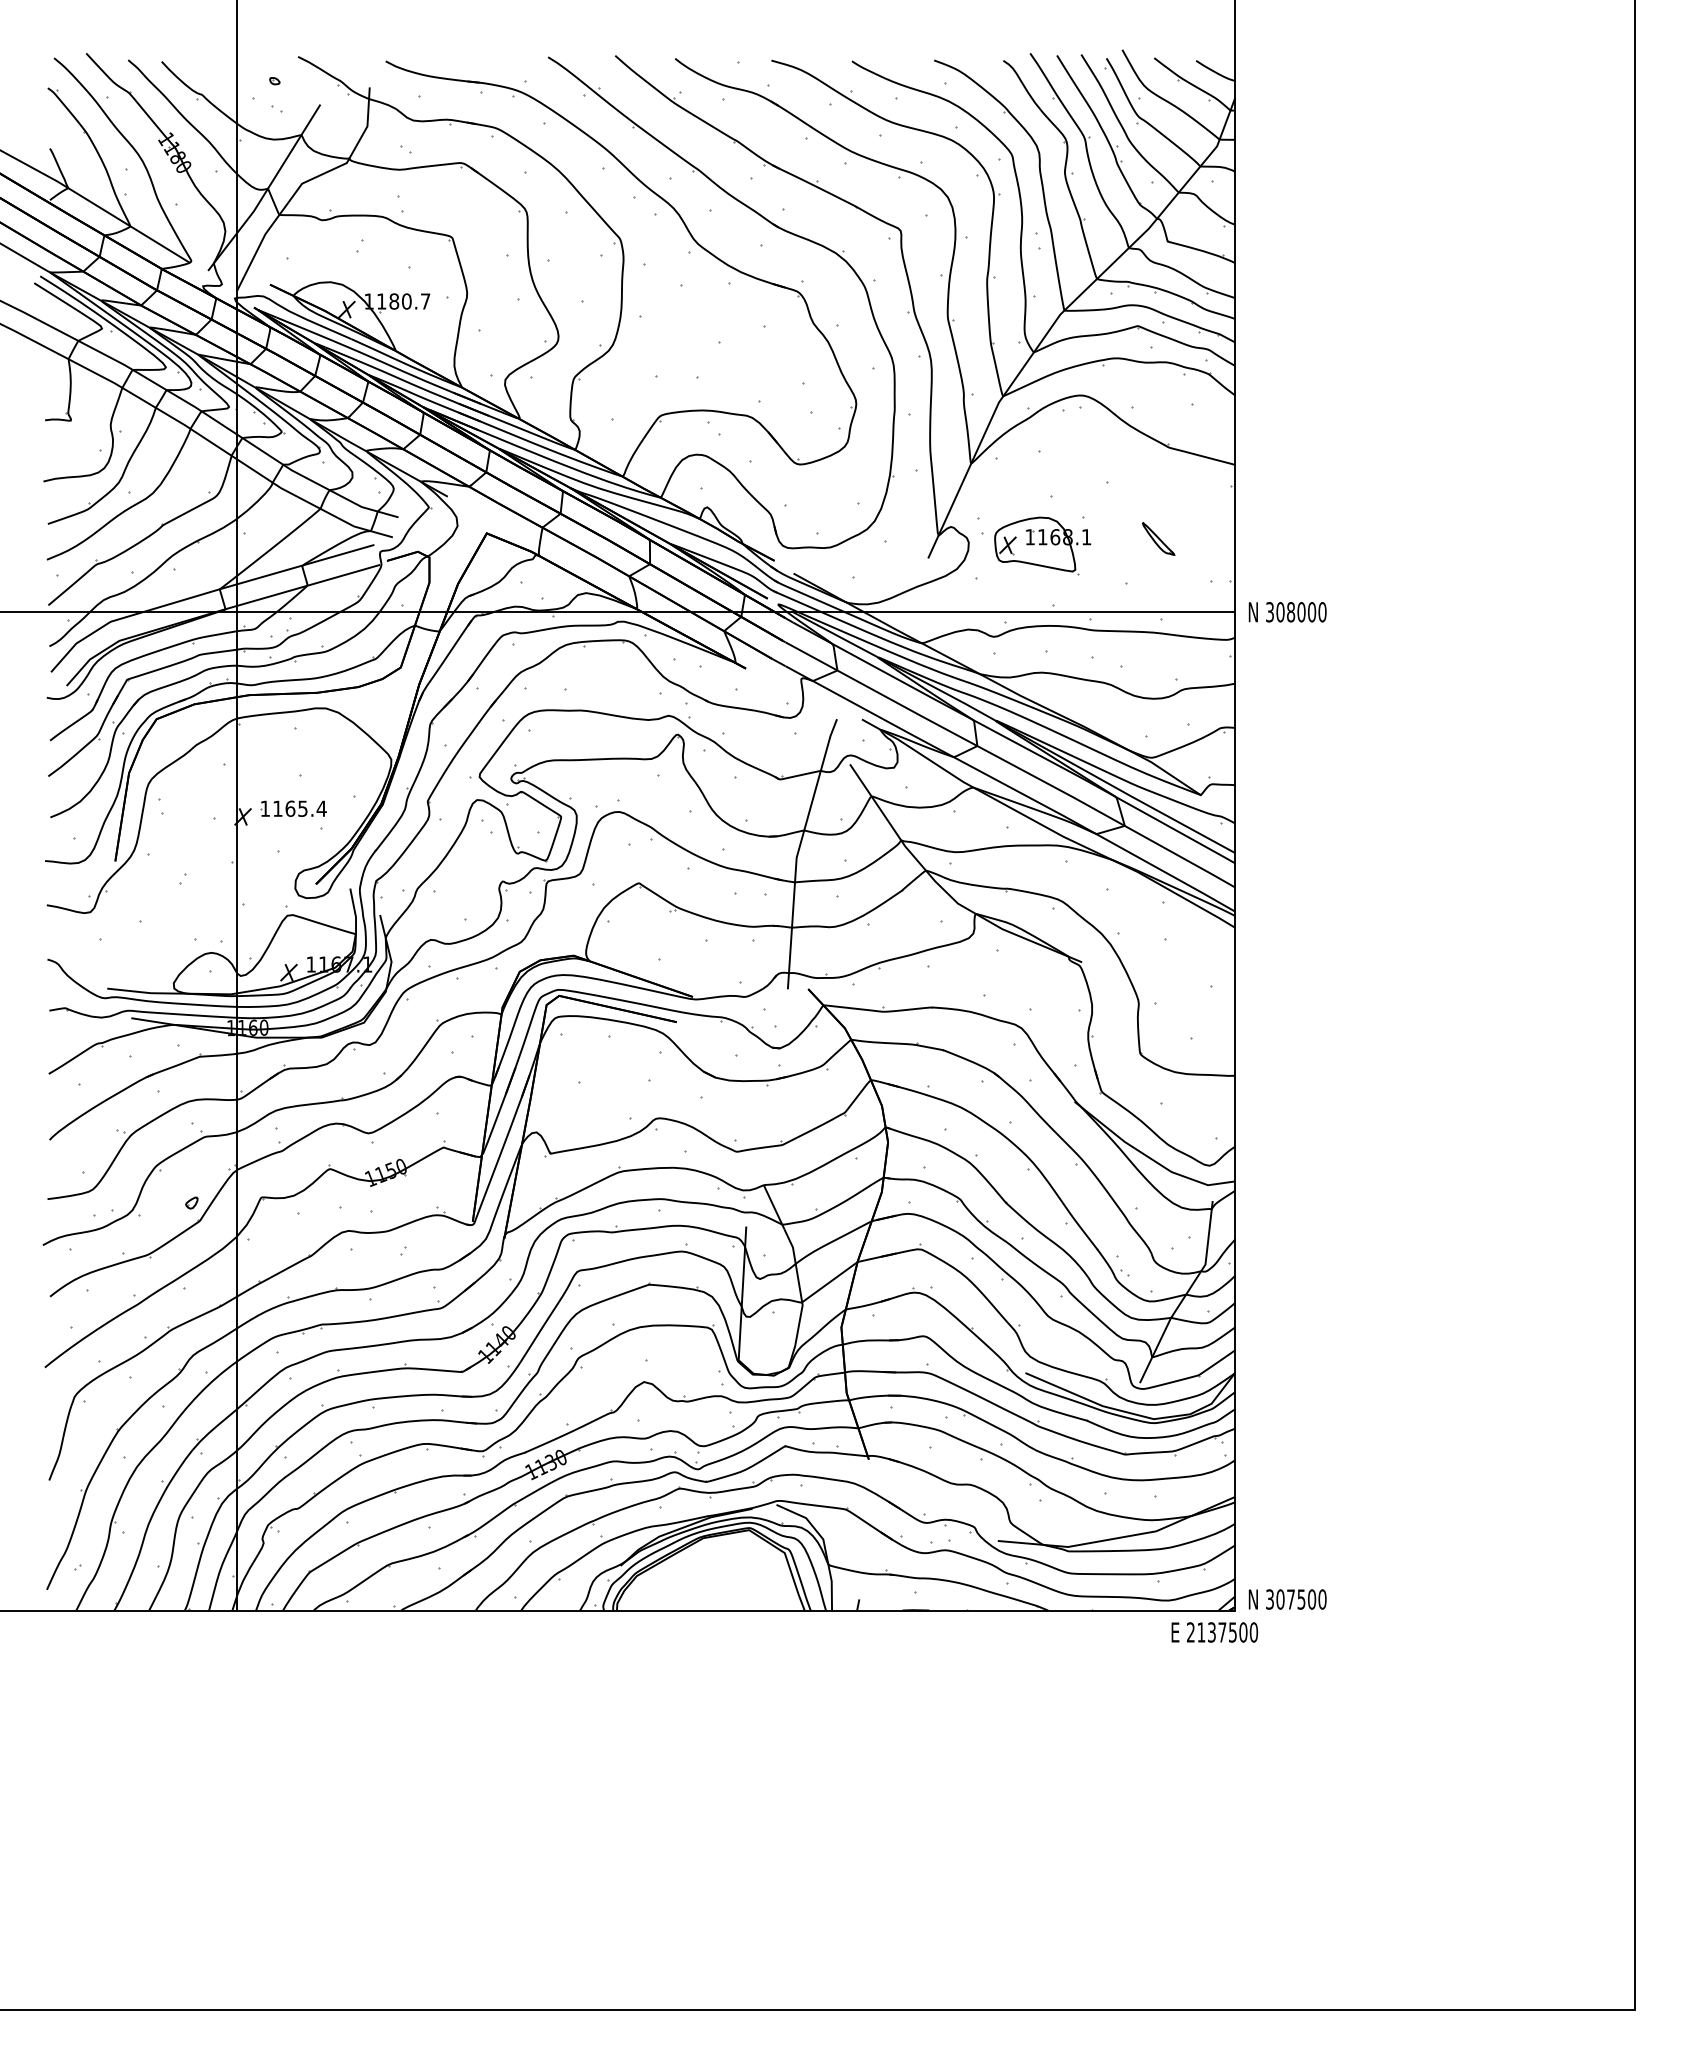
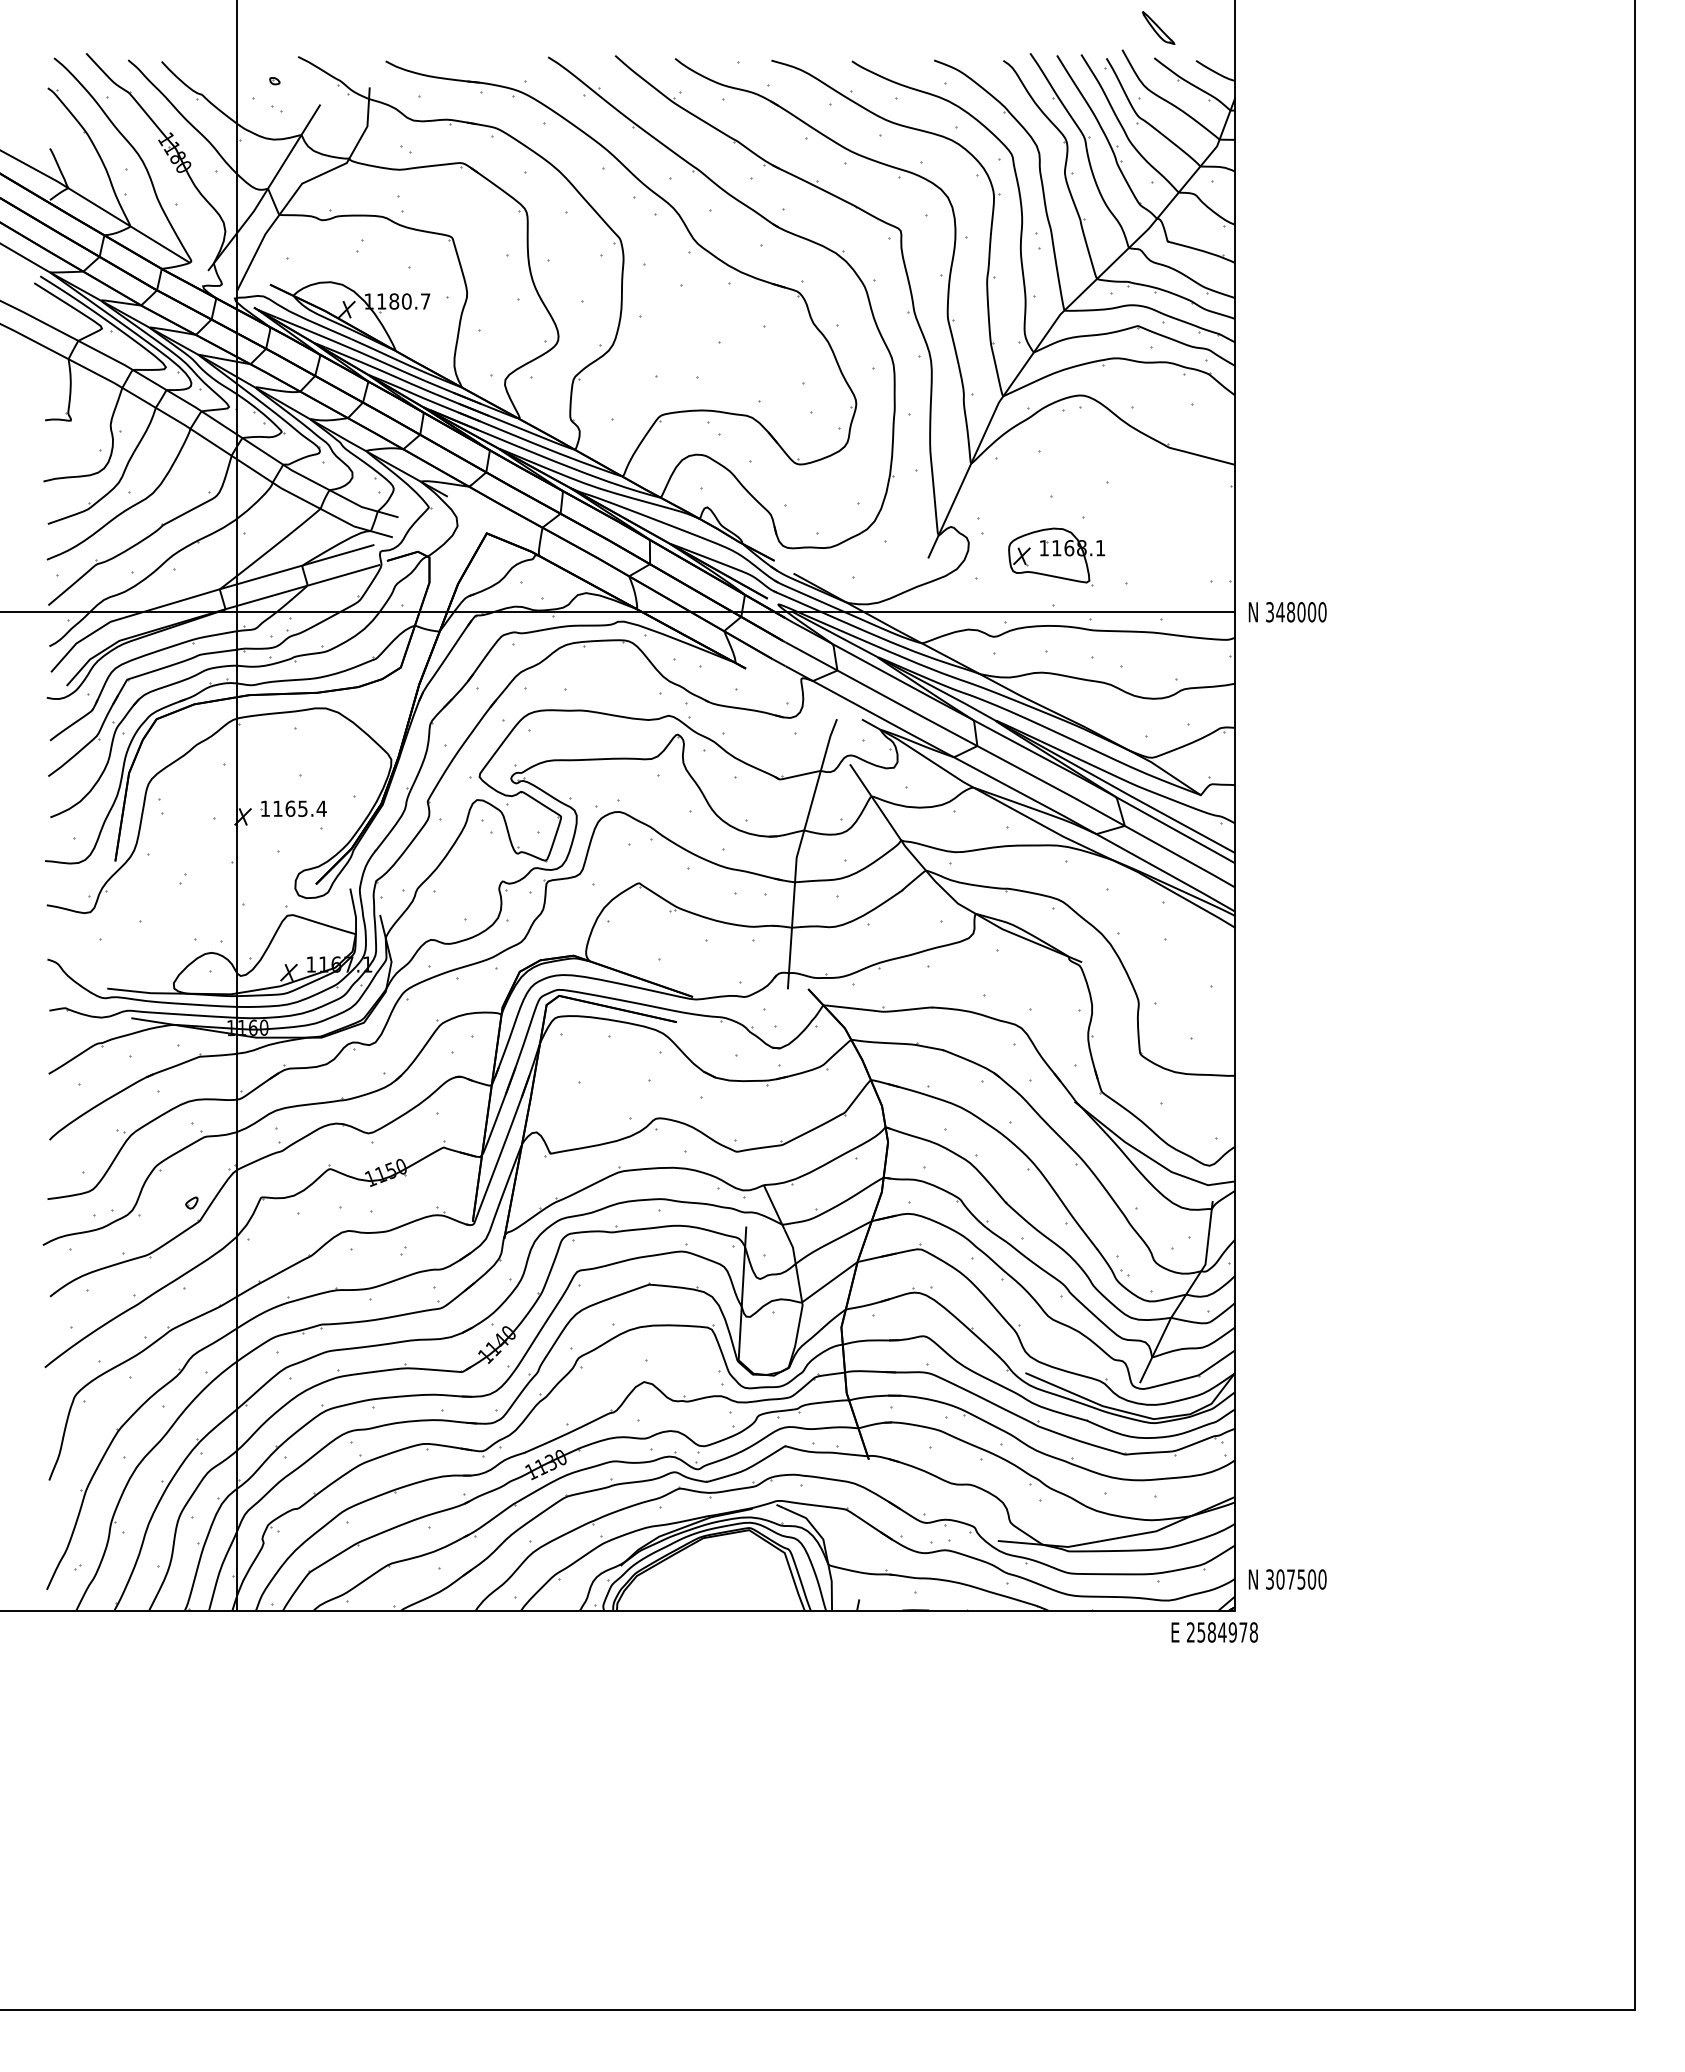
part at (1158, 538) position: (1158, 538) -> (1158, 27)
part at (1042, 545) position: (1042, 545) -> (1056, 556)
text at (1280, 612): 308000 -> 348000
text at (1287, 1599) position: (1287, 1599) -> (1287, 1579)
text at (1227, 1632): 2137500 -> 2584978
